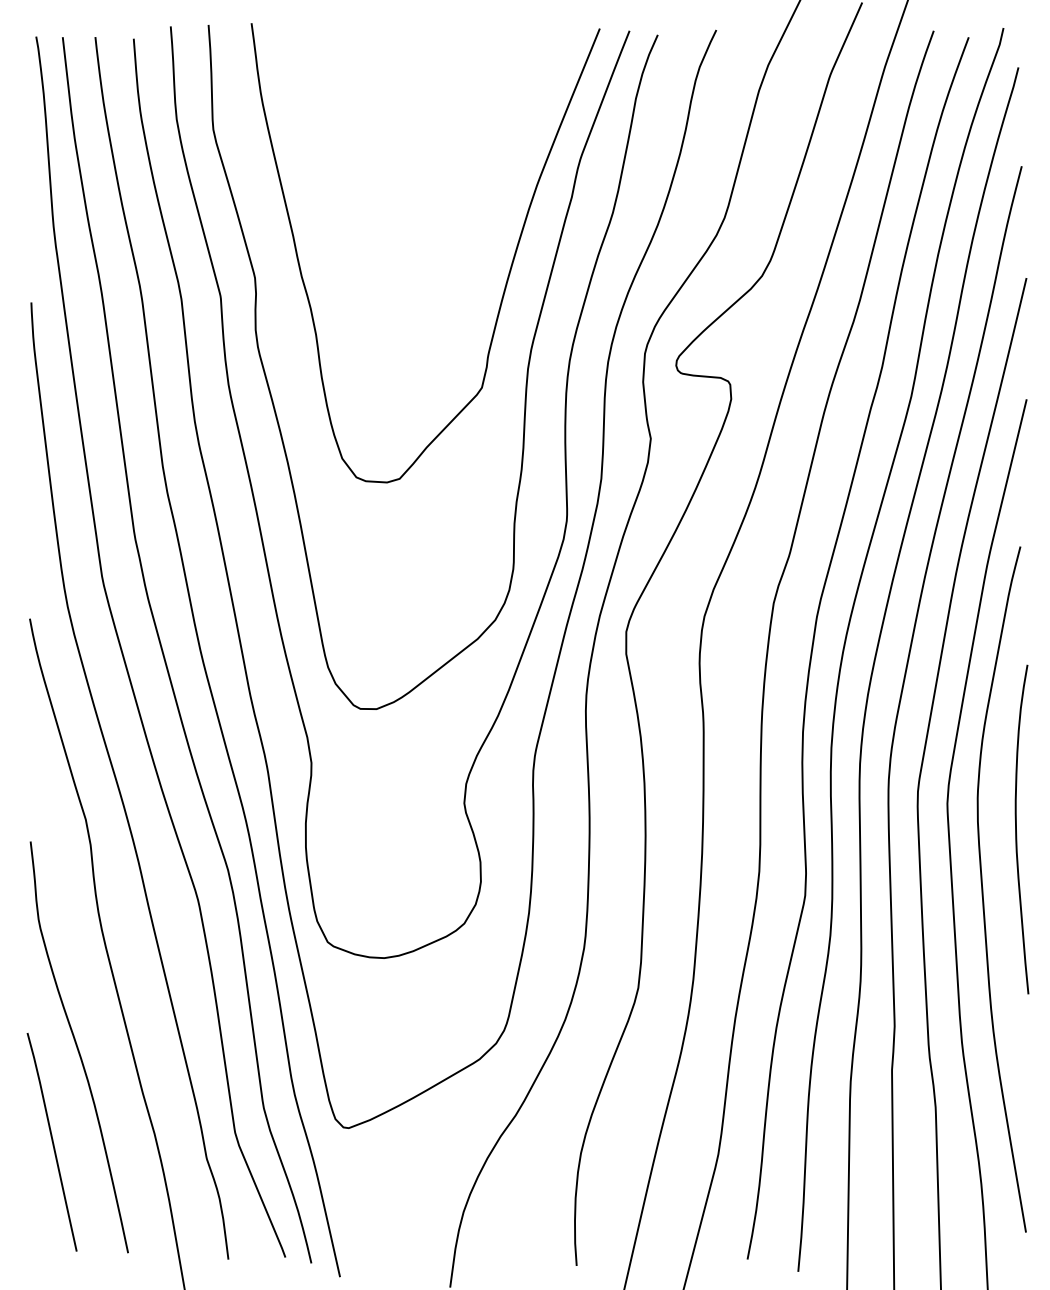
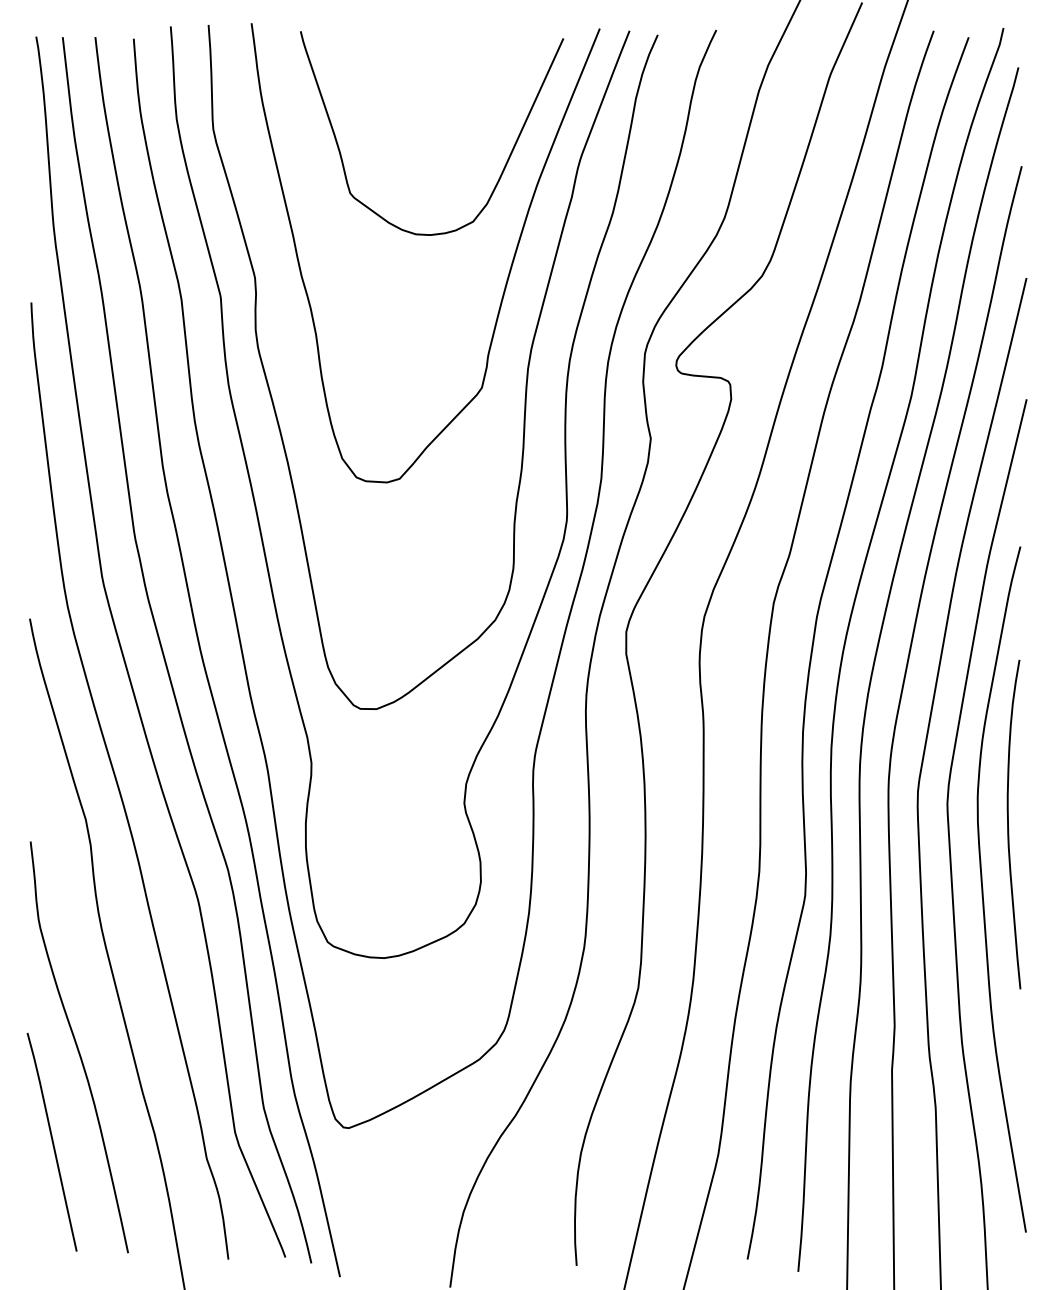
curve at (503, 167): none -> present
curve at (1016, 829) position: (1016, 829) -> (1008, 824)
